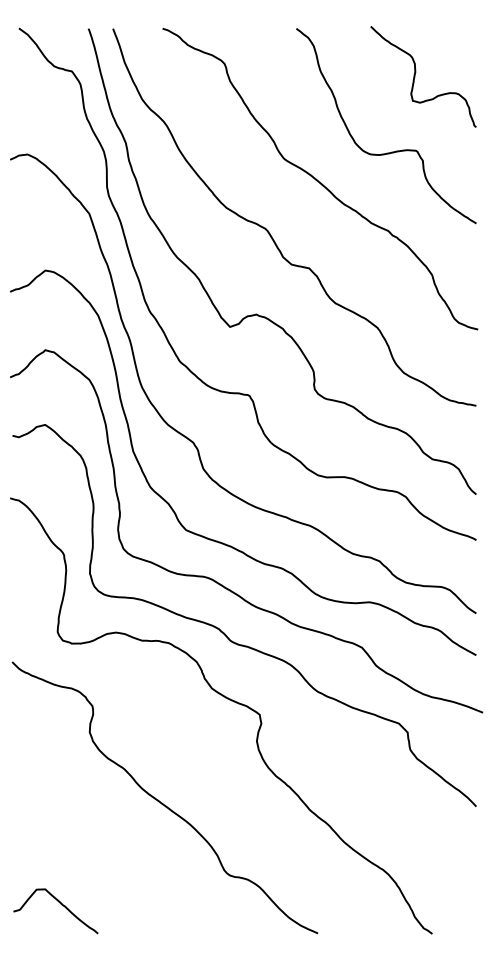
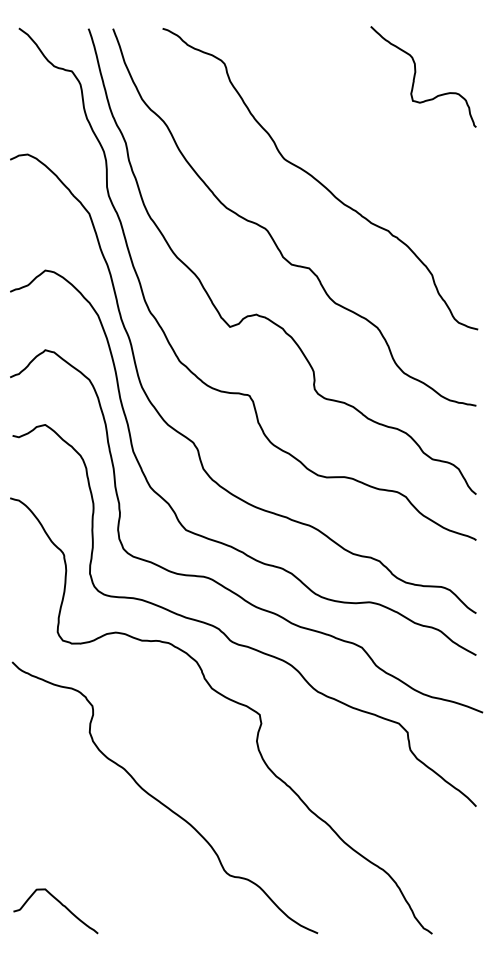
curve at (391, 151): present -> none
